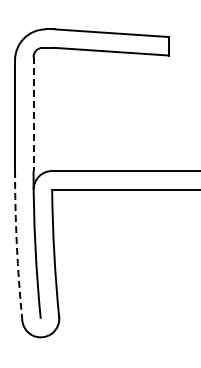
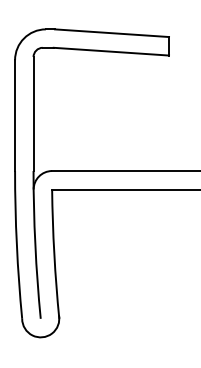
line at (33, 114): dashed -> solid
arc at (16, 245): dashed -> solid
